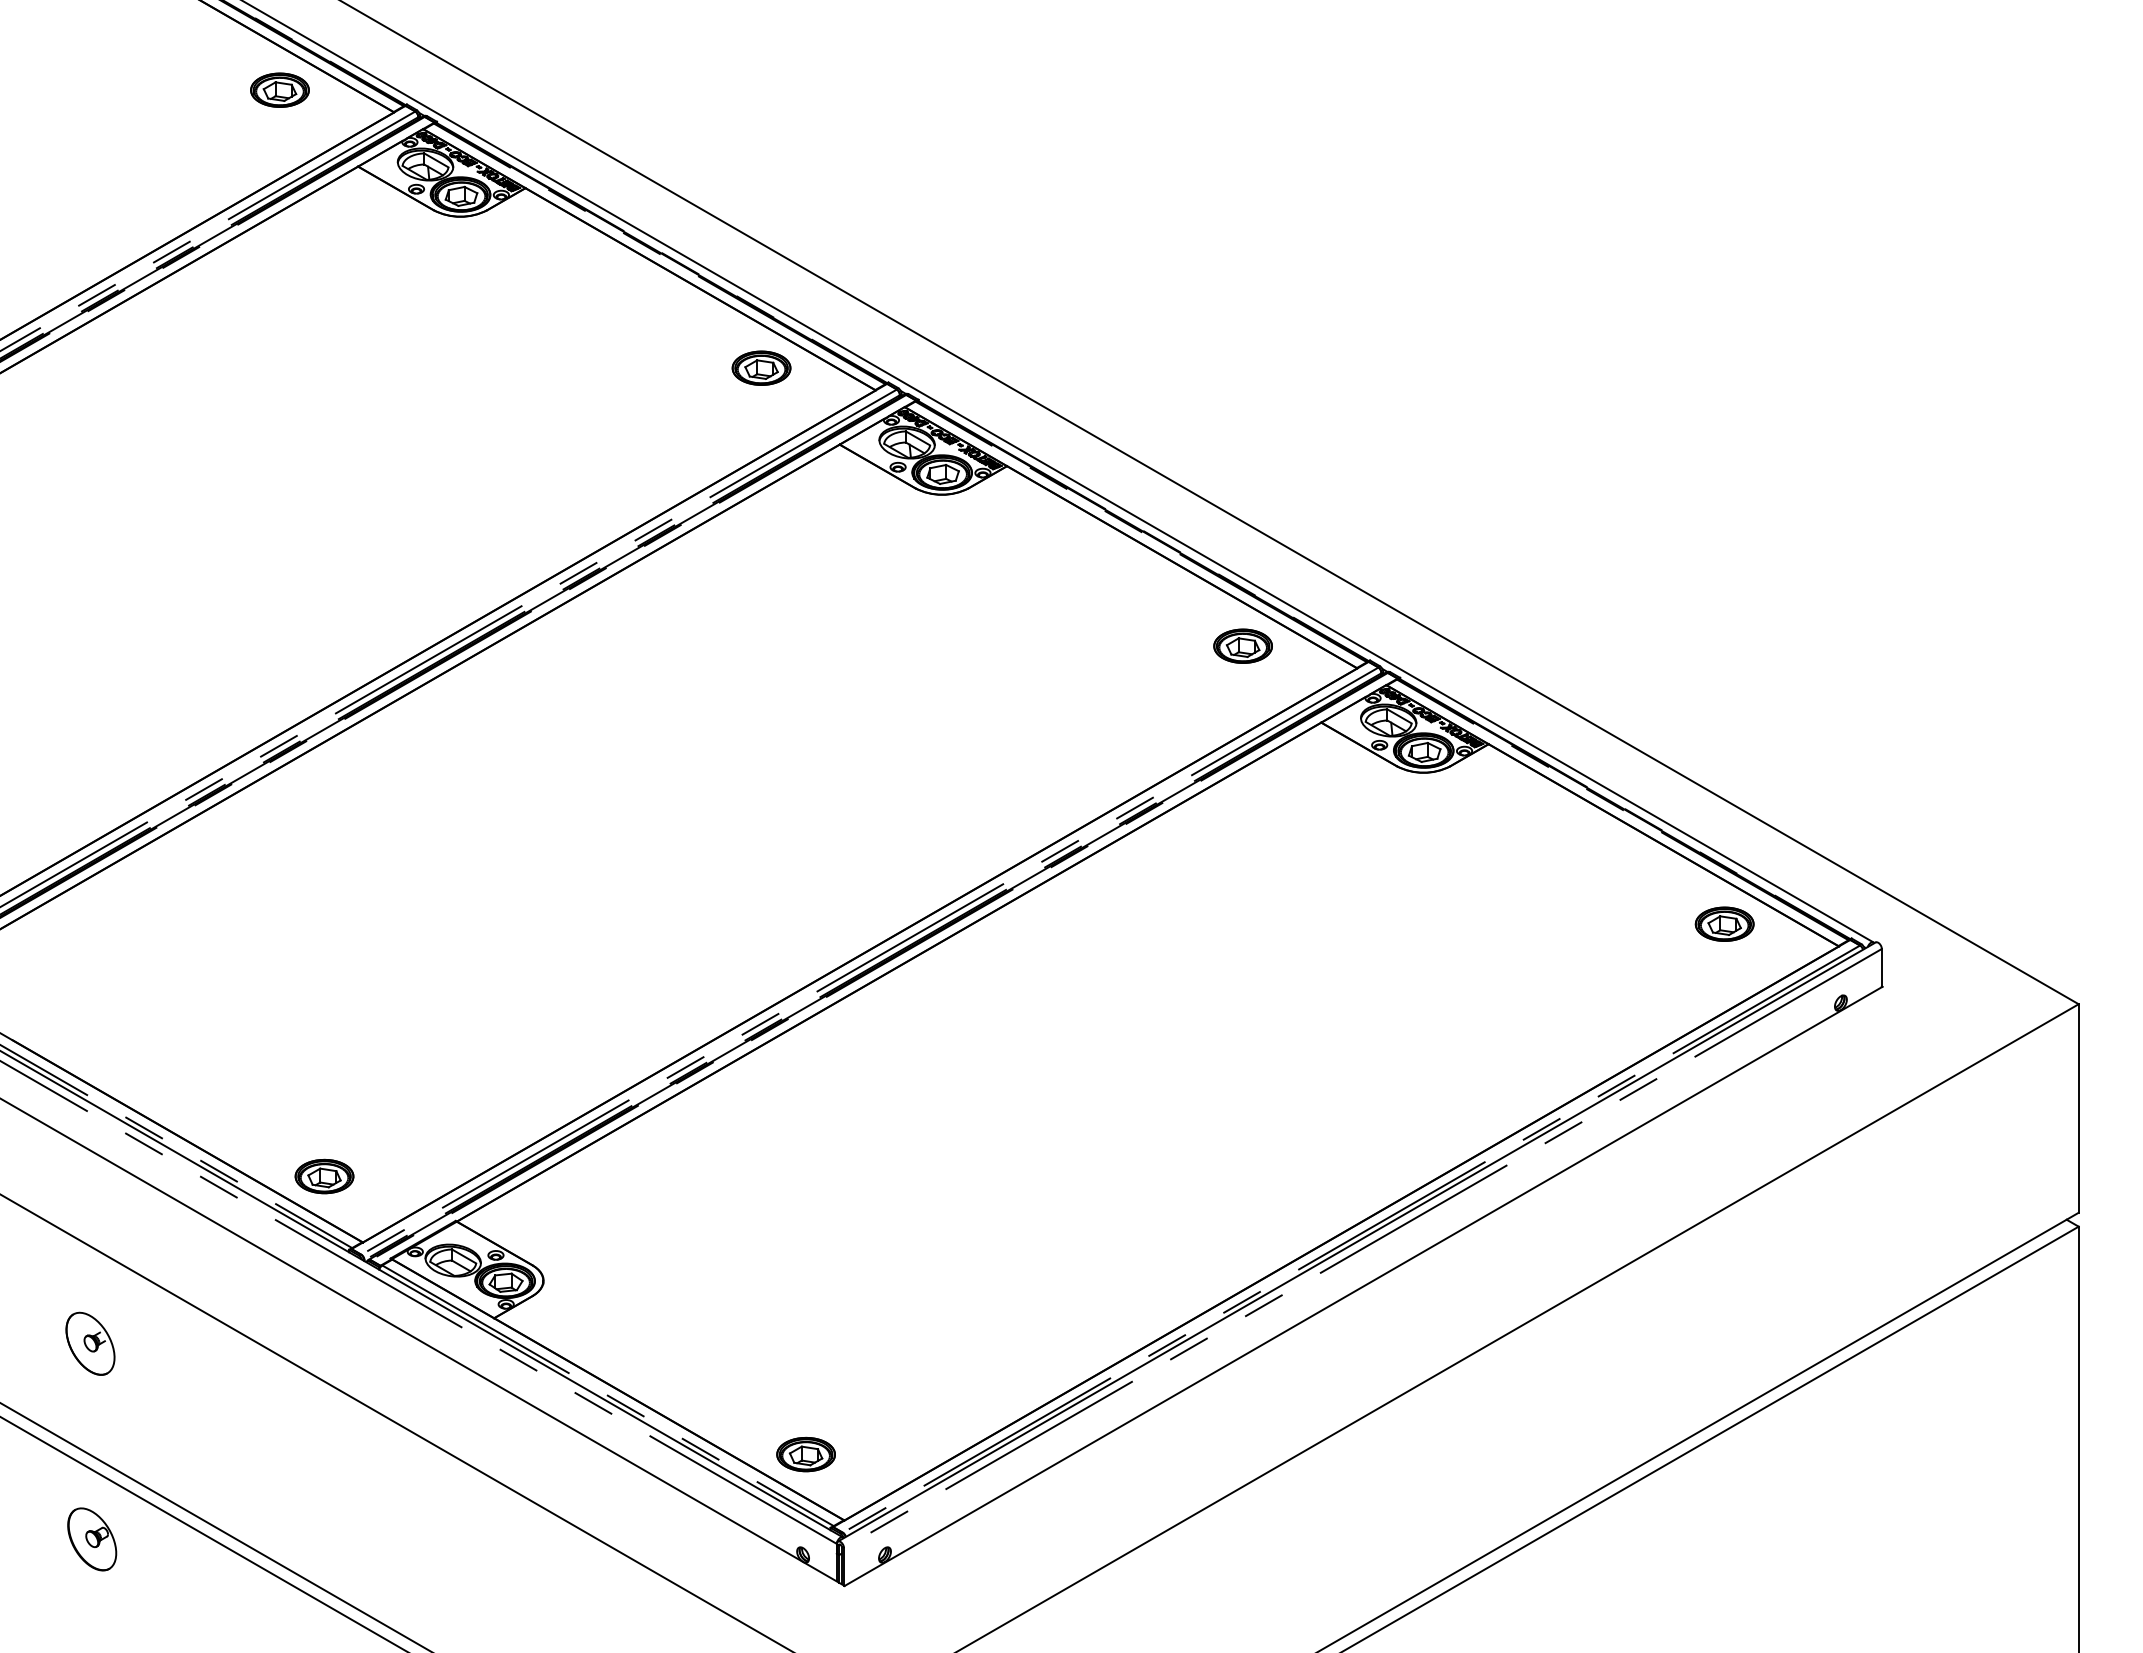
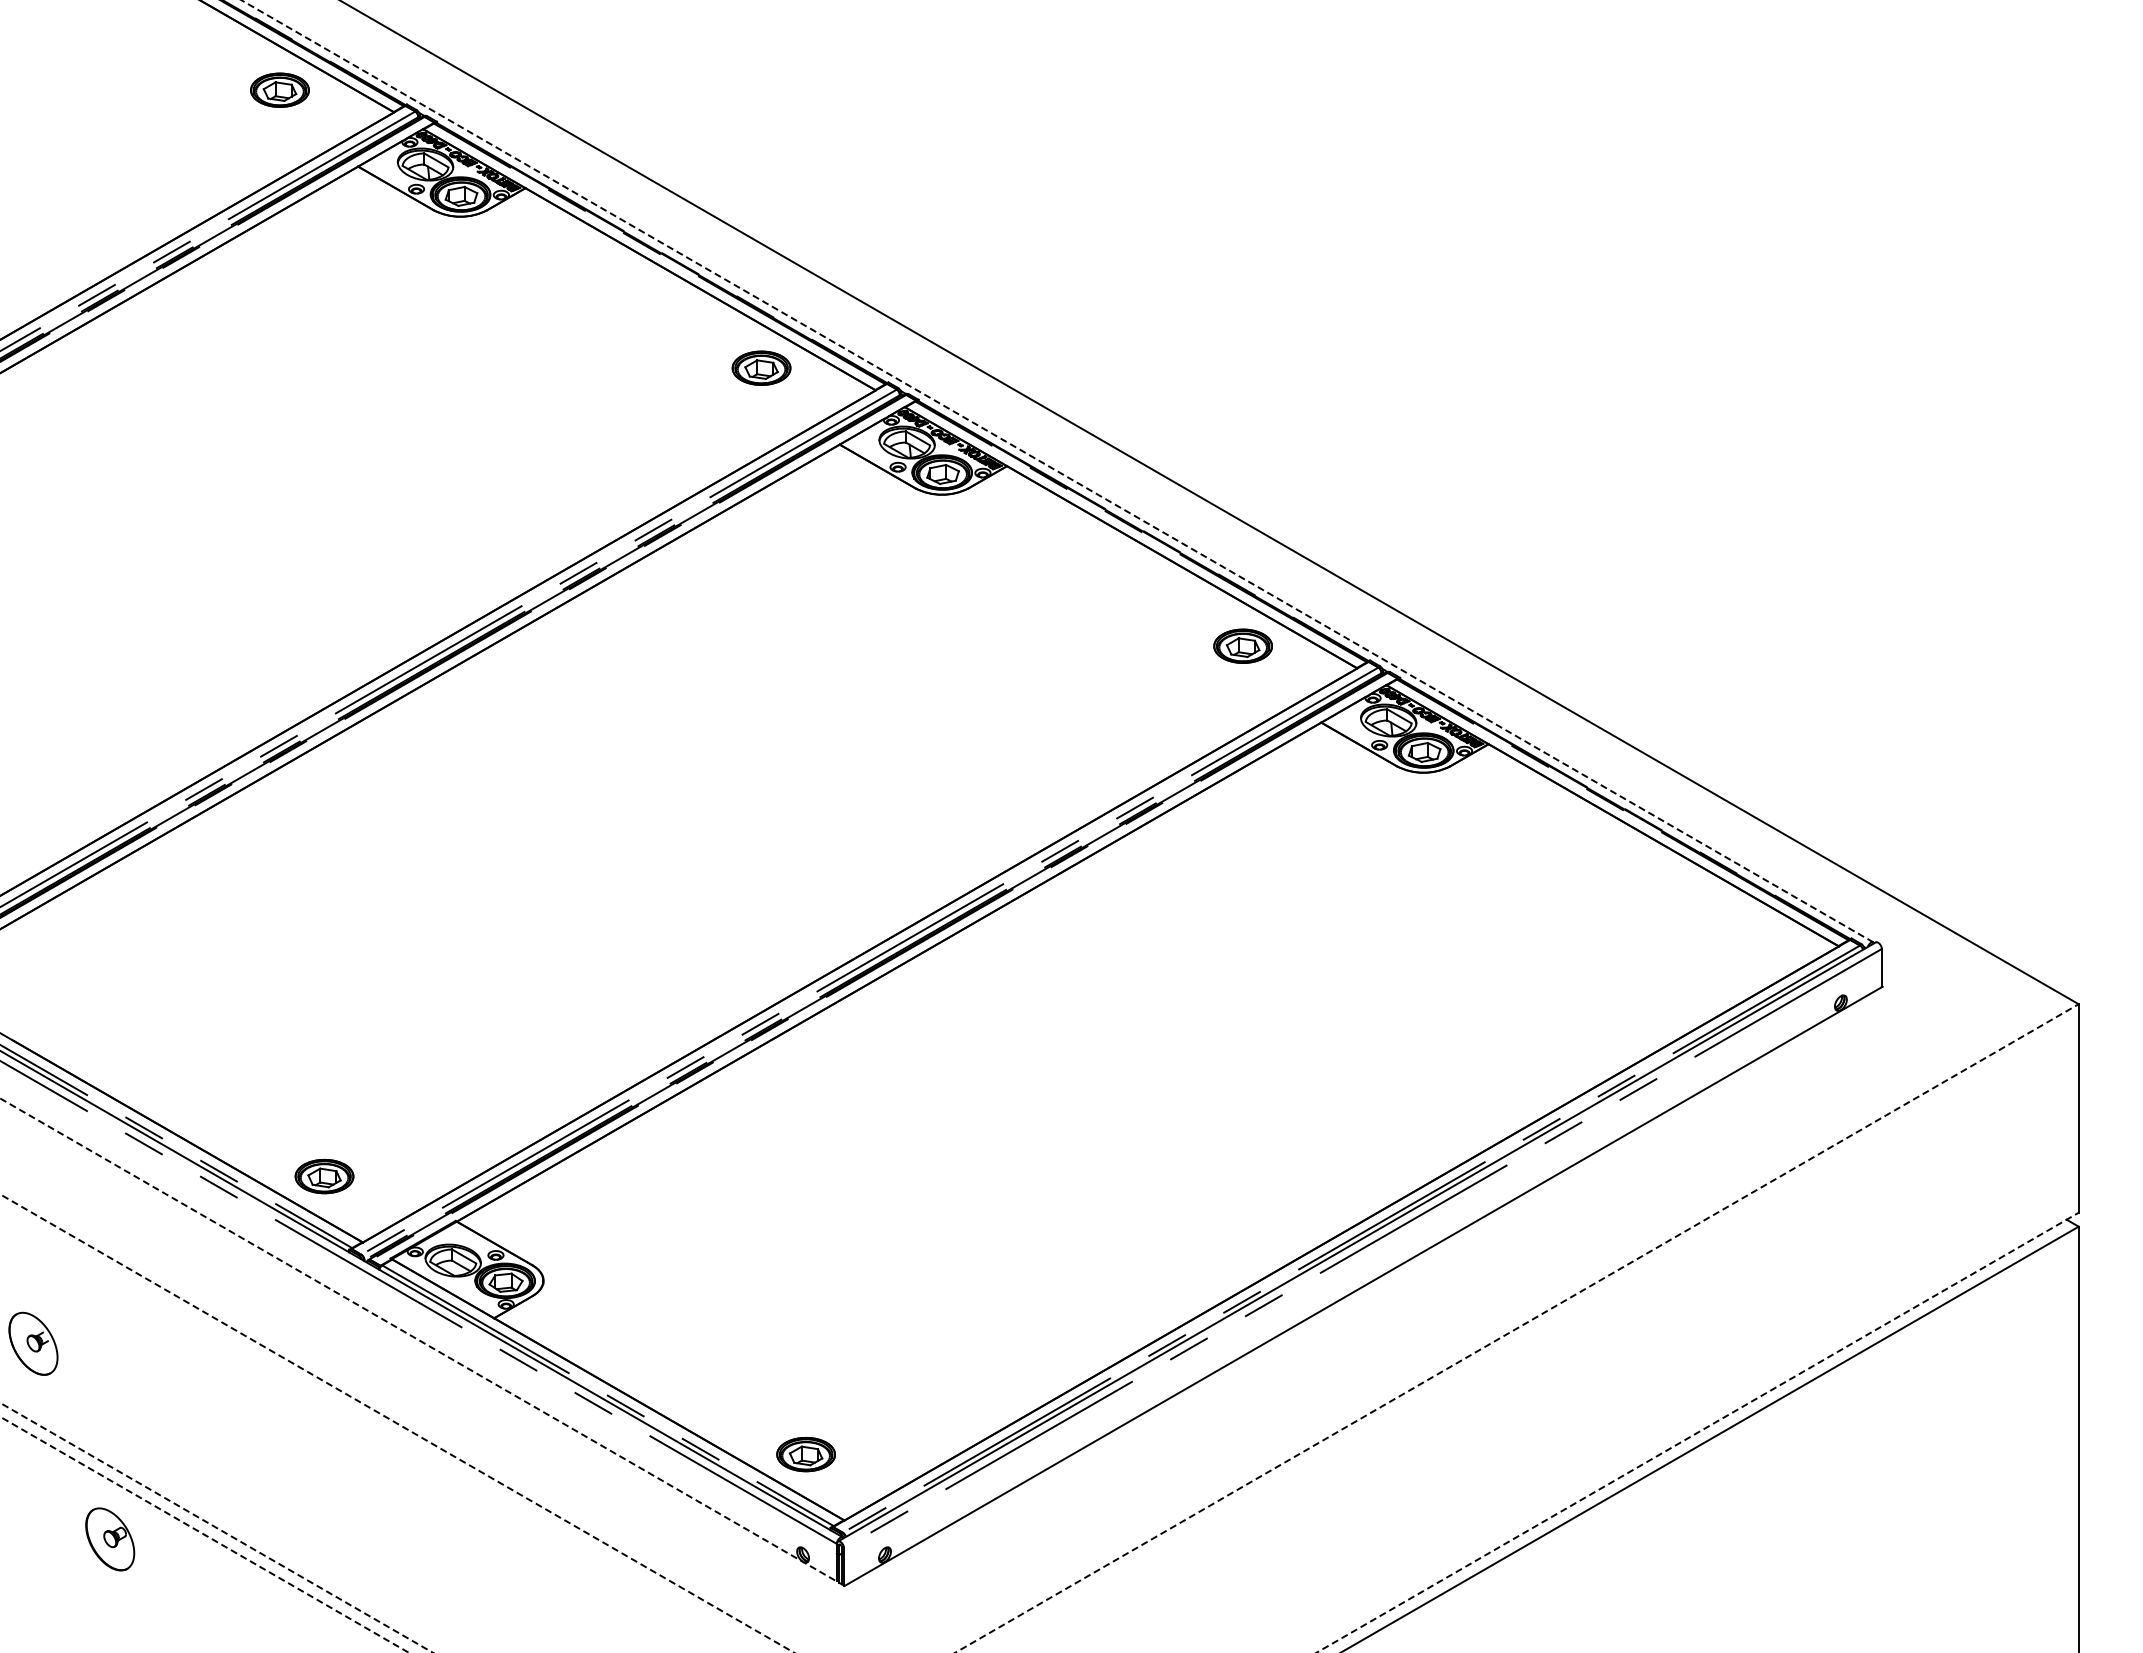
line at (1056, 471): solid -> dashed
part at (1724, 923): present -> none
line at (1516, 1328): solid -> dashed
line at (422, 1342): solid -> dashed
part at (90, 1343) position: (90, 1343) -> (33, 1343)
line at (397, 1423): solid -> dashed
line at (1697, 1432): solid -> dashed
line at (216, 1527): solid -> dashed
line at (204, 1534): solid -> dashed
part at (92, 1539) position: (92, 1539) -> (110, 1539)
